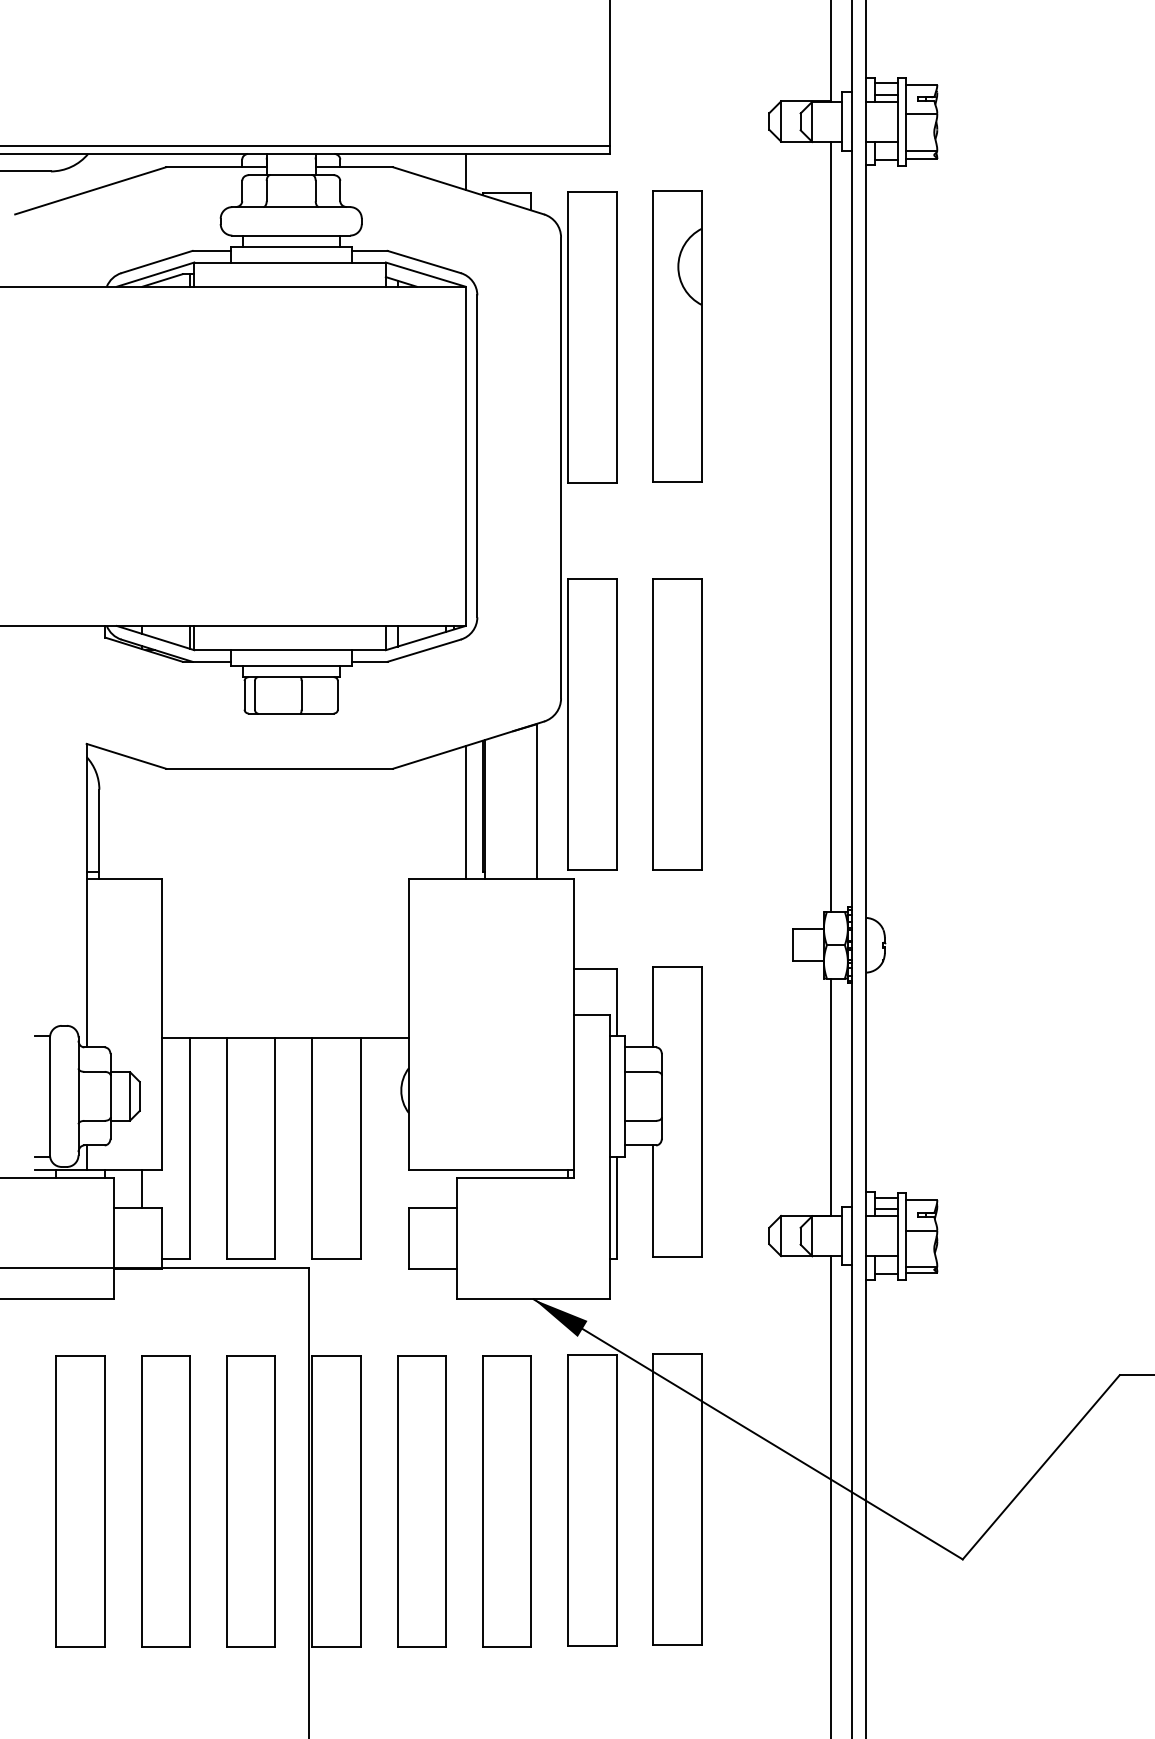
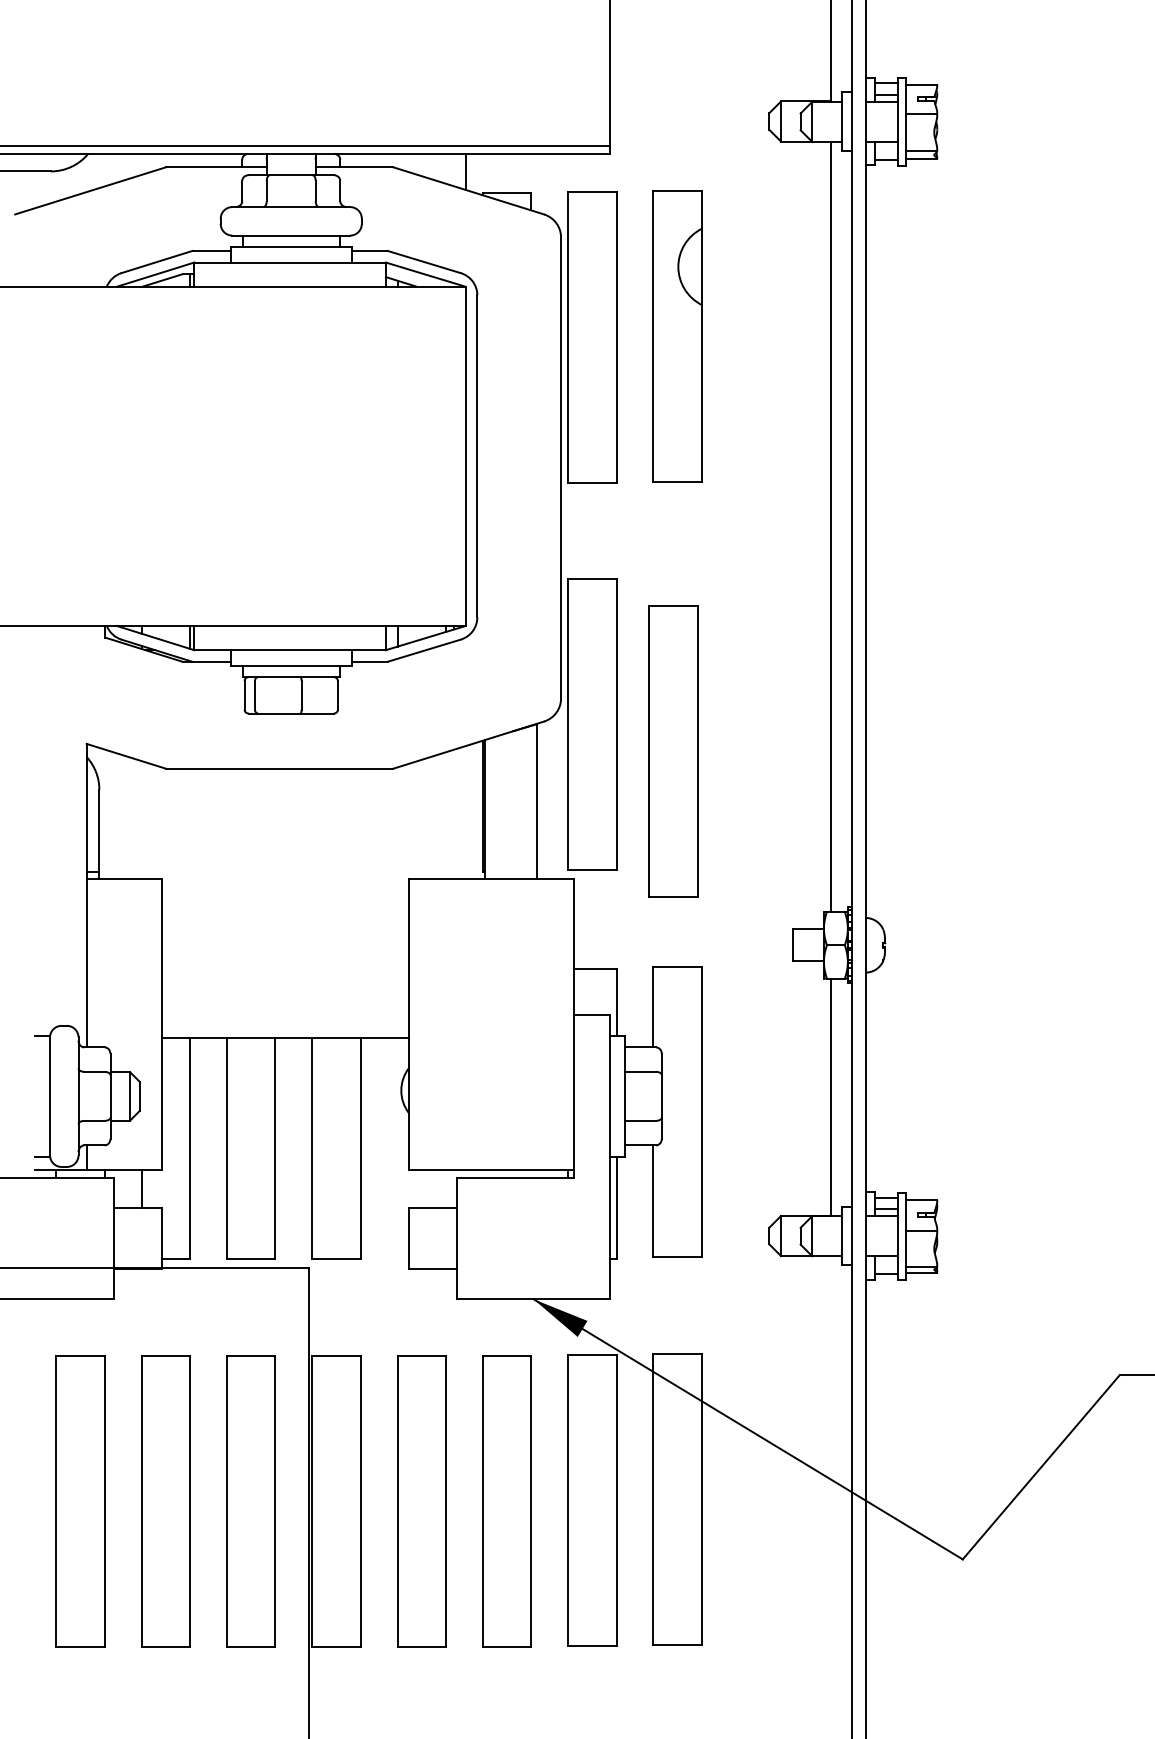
part at (677, 724) position: (677, 724) -> (673, 751)
line at (465, 812): present -> none
line at (831, 1495): present -> none
